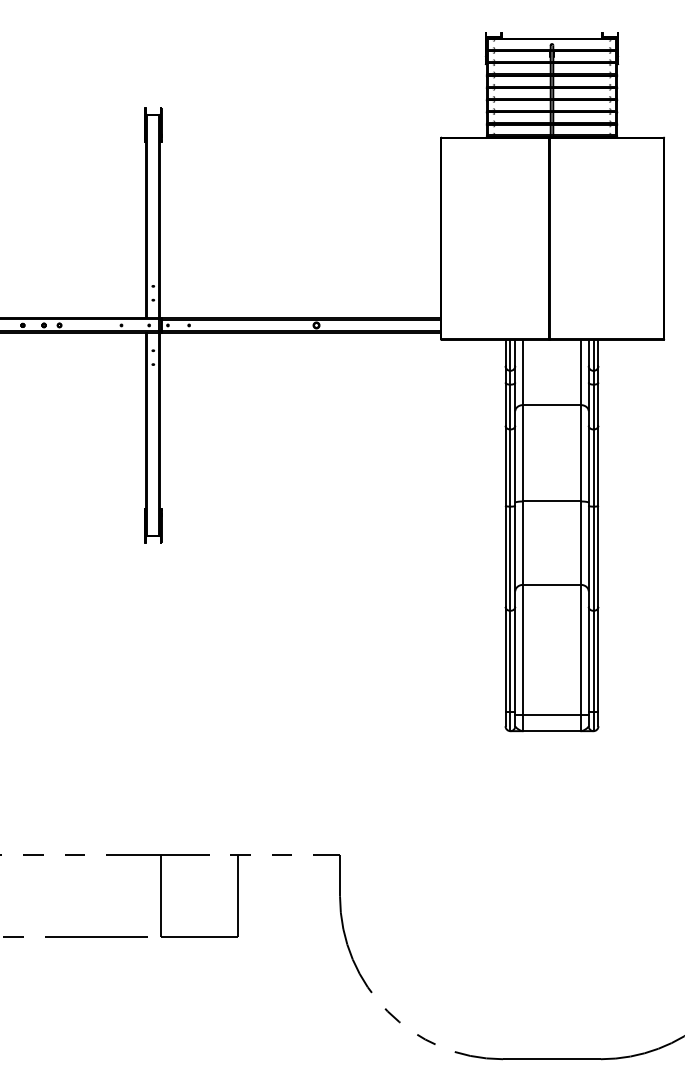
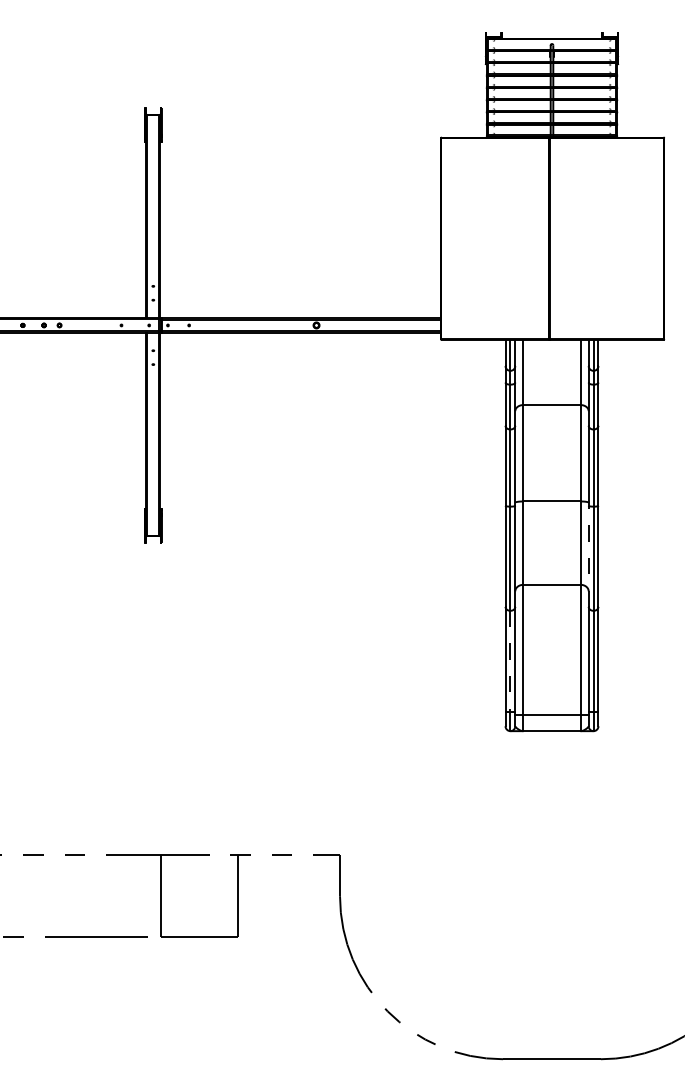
line at (588, 556): solid -> dashed
line at (510, 661): solid -> dashed
